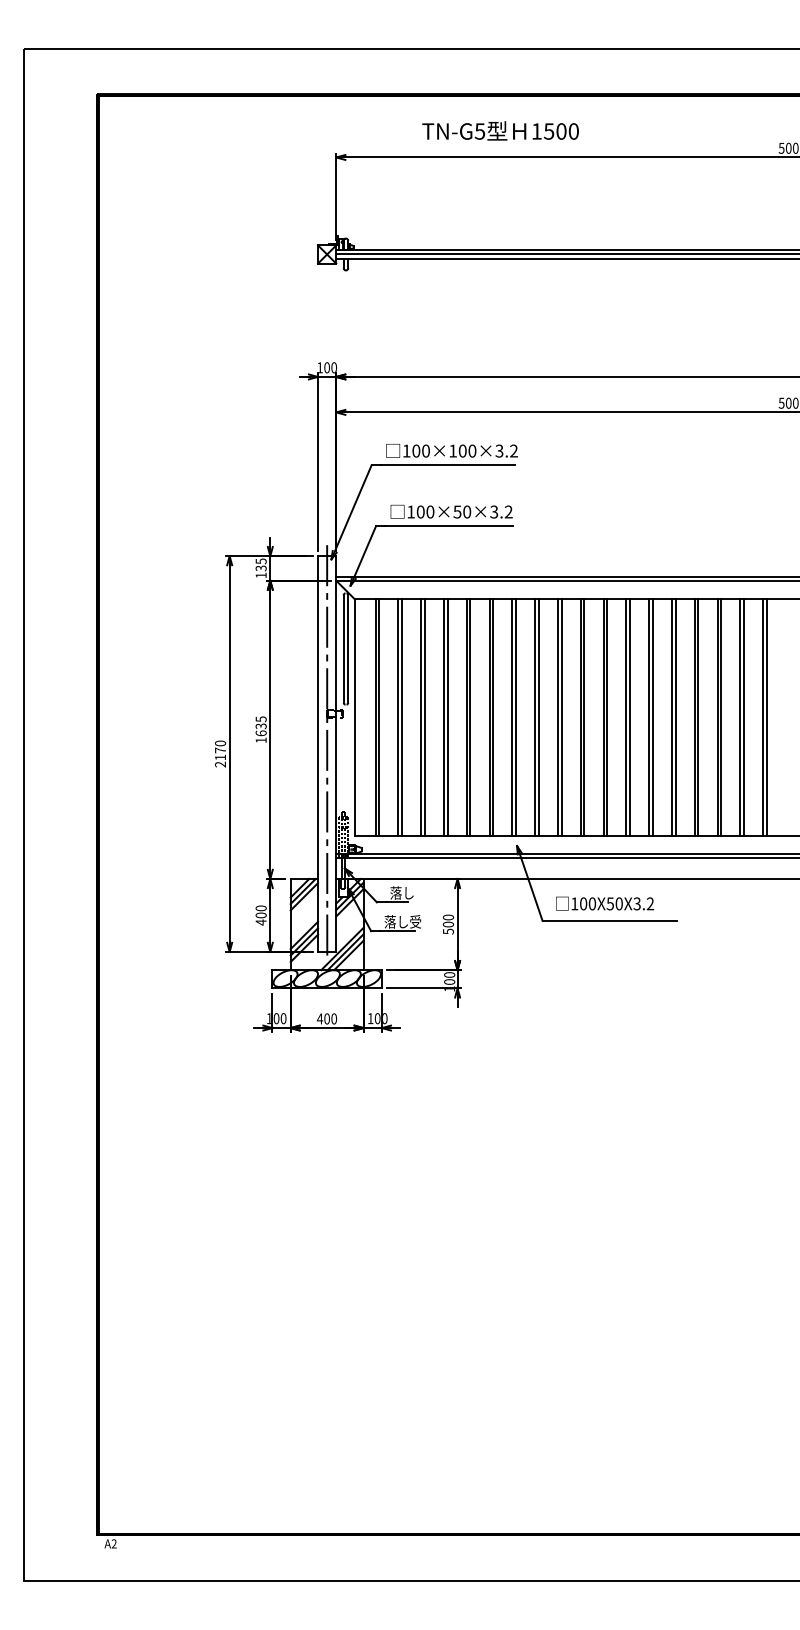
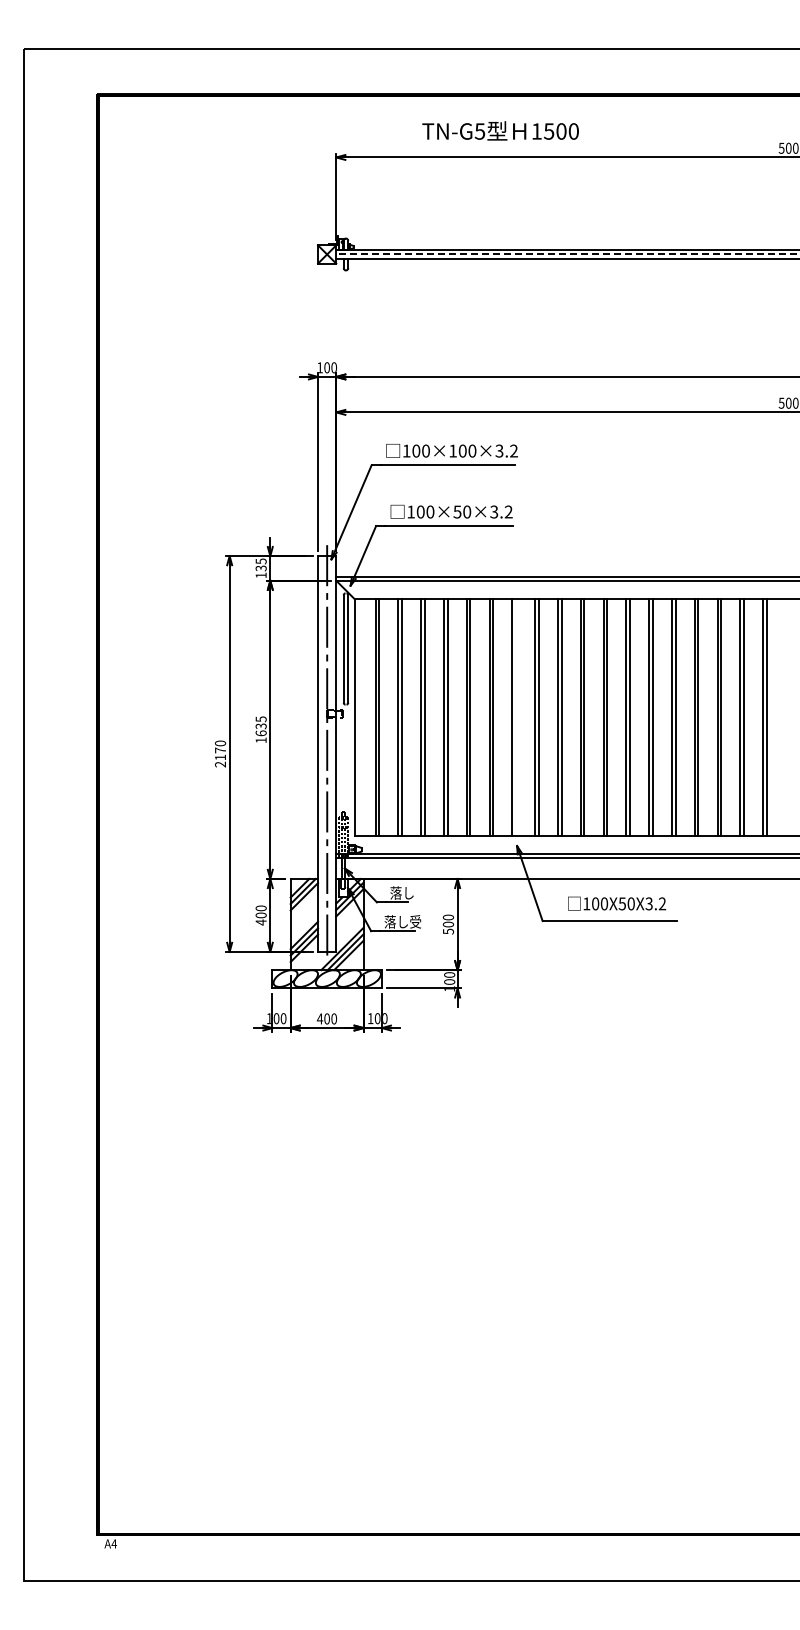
line at (568, 254): solid -> dashed
line at (515, 717): present -> none
text at (605, 903) position: (605, 903) -> (617, 903)
text at (113, 1543): A2 -> A4
